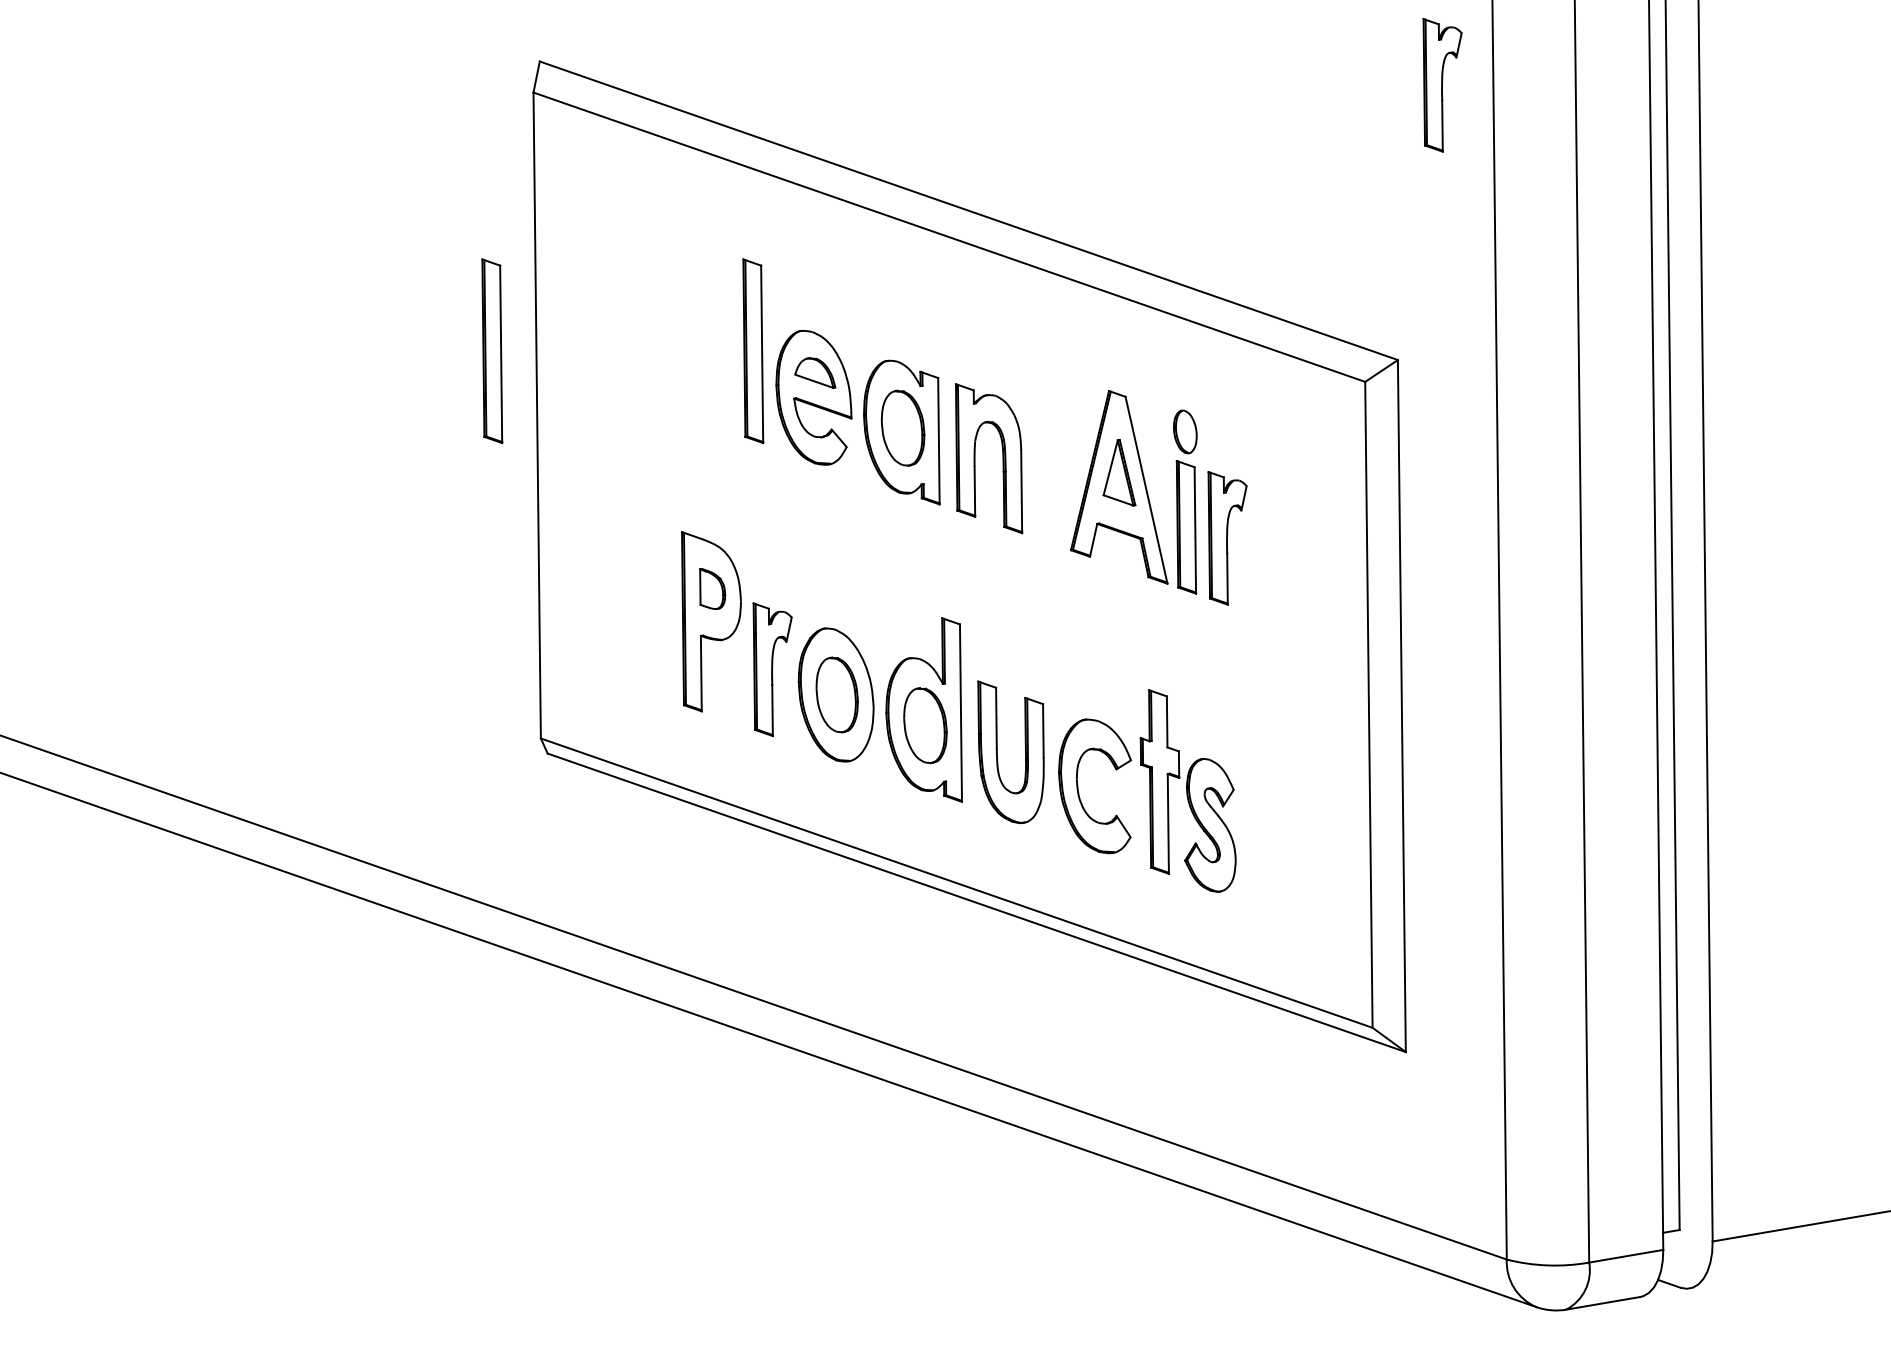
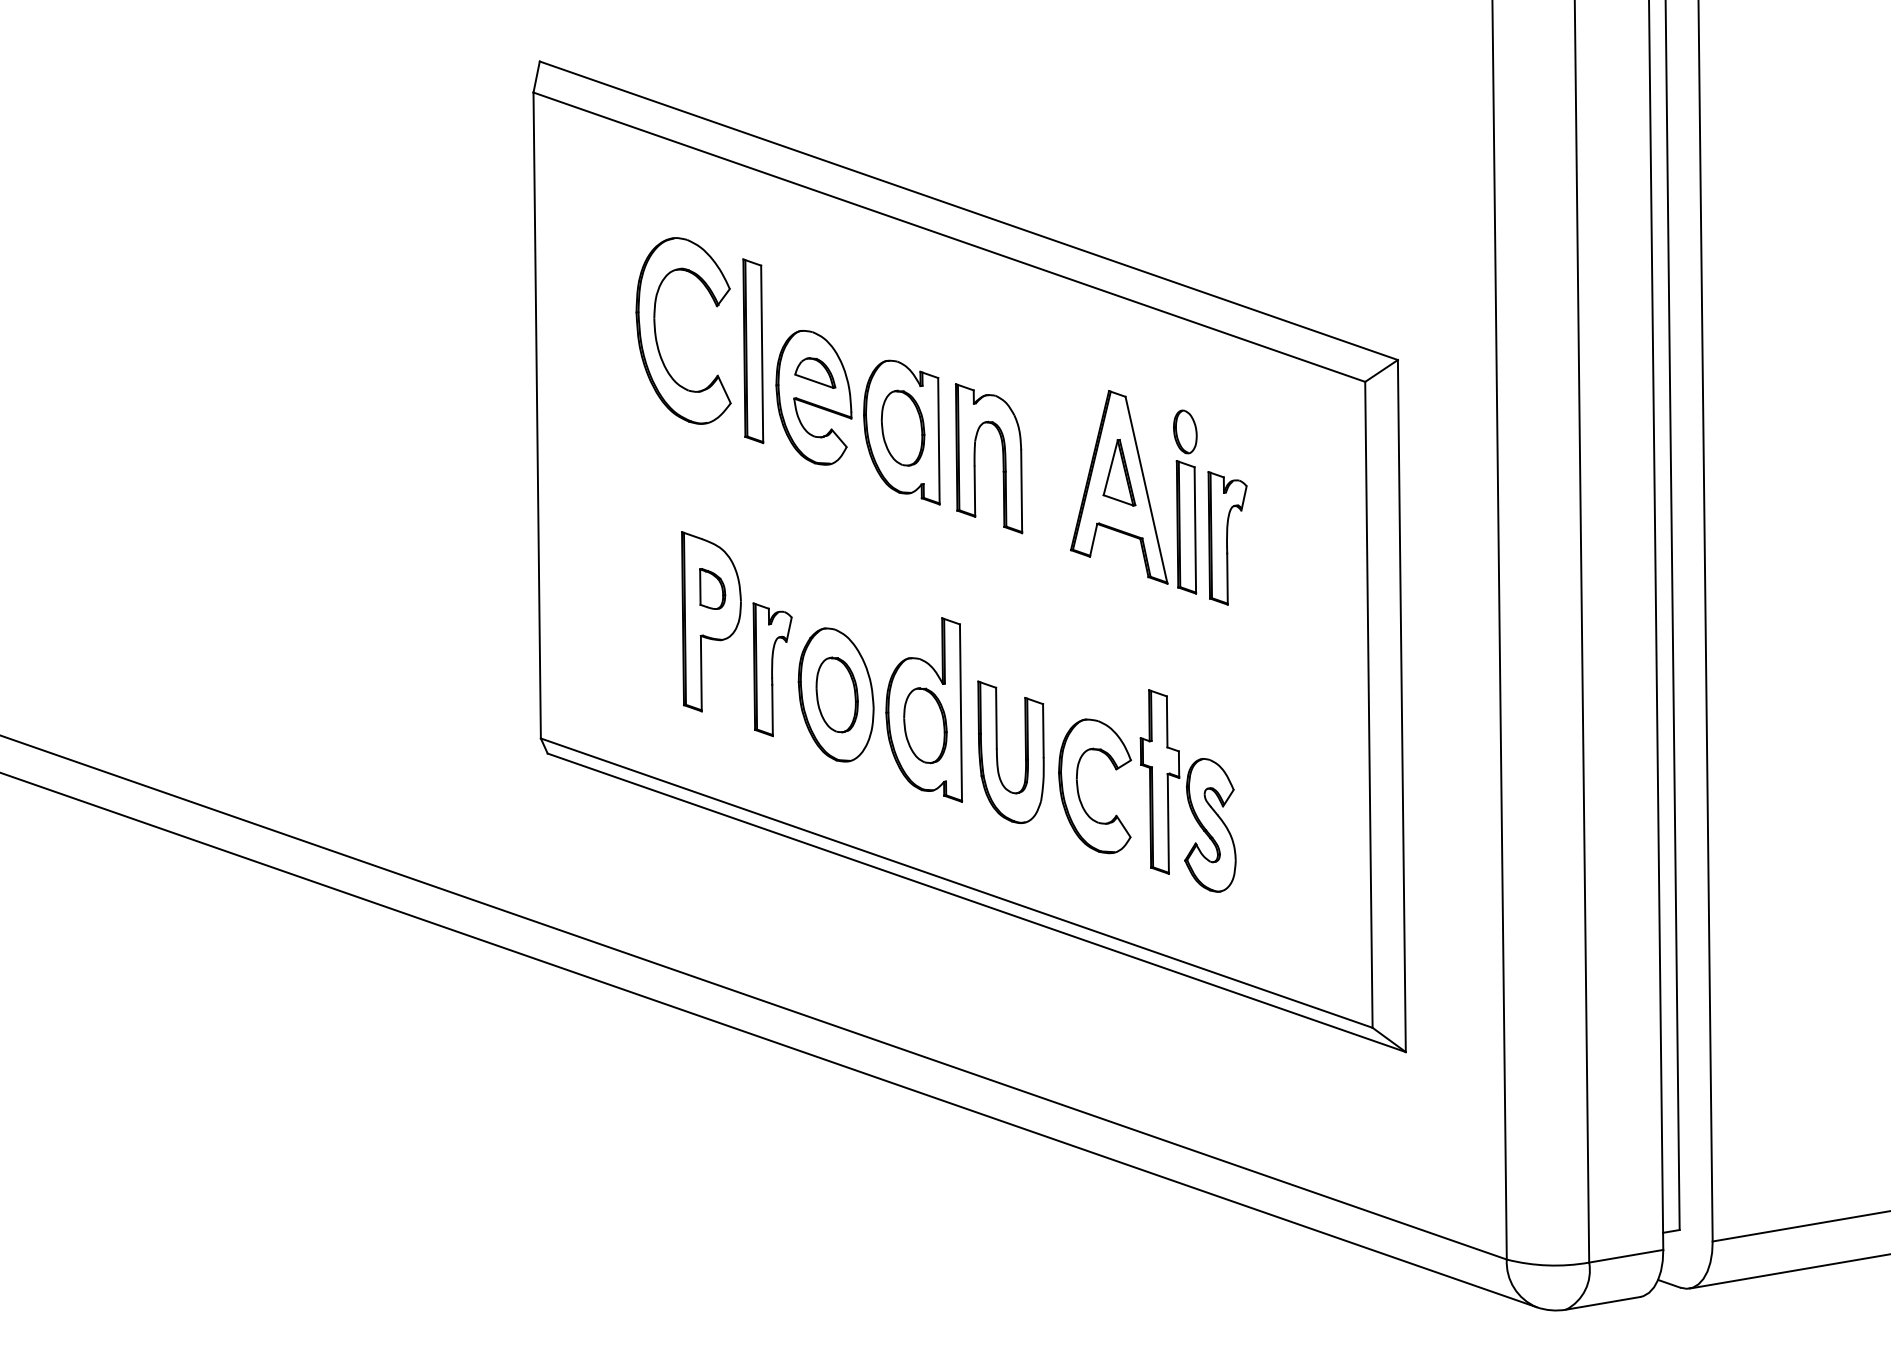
part at (1442, 85): present -> none
part at (656, 332): none -> present
part at (492, 351): present -> none
line at (1788, 1271): none -> present
